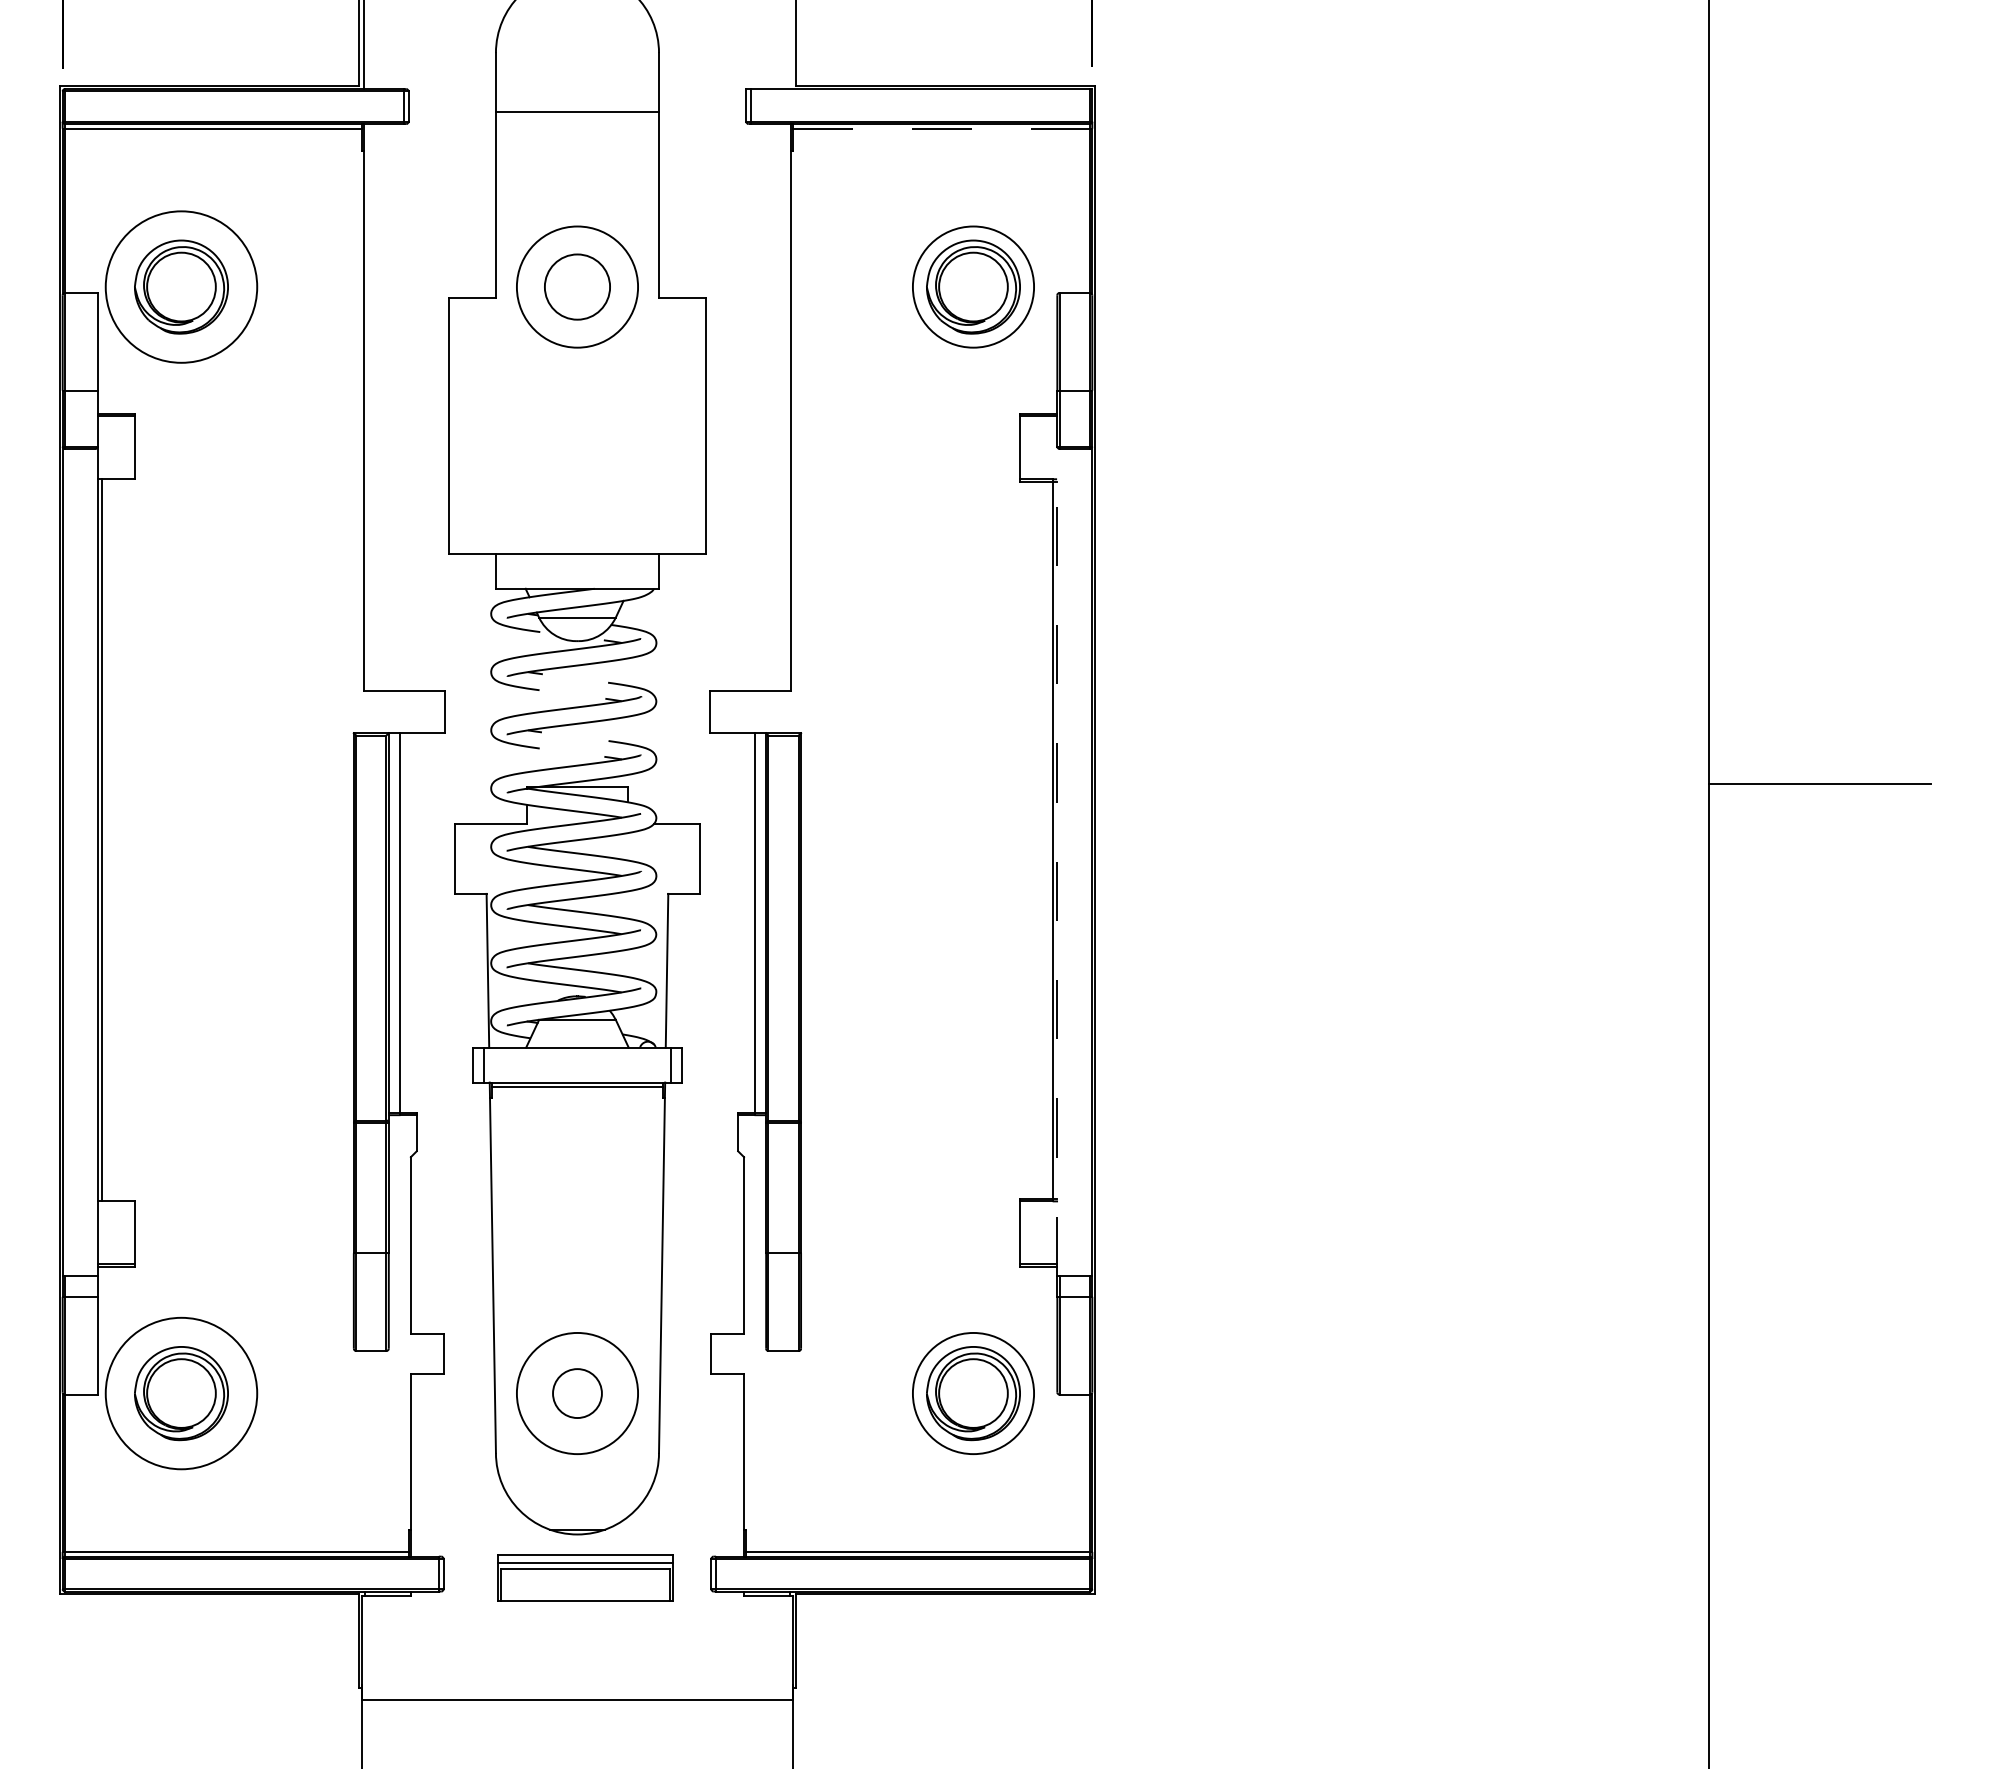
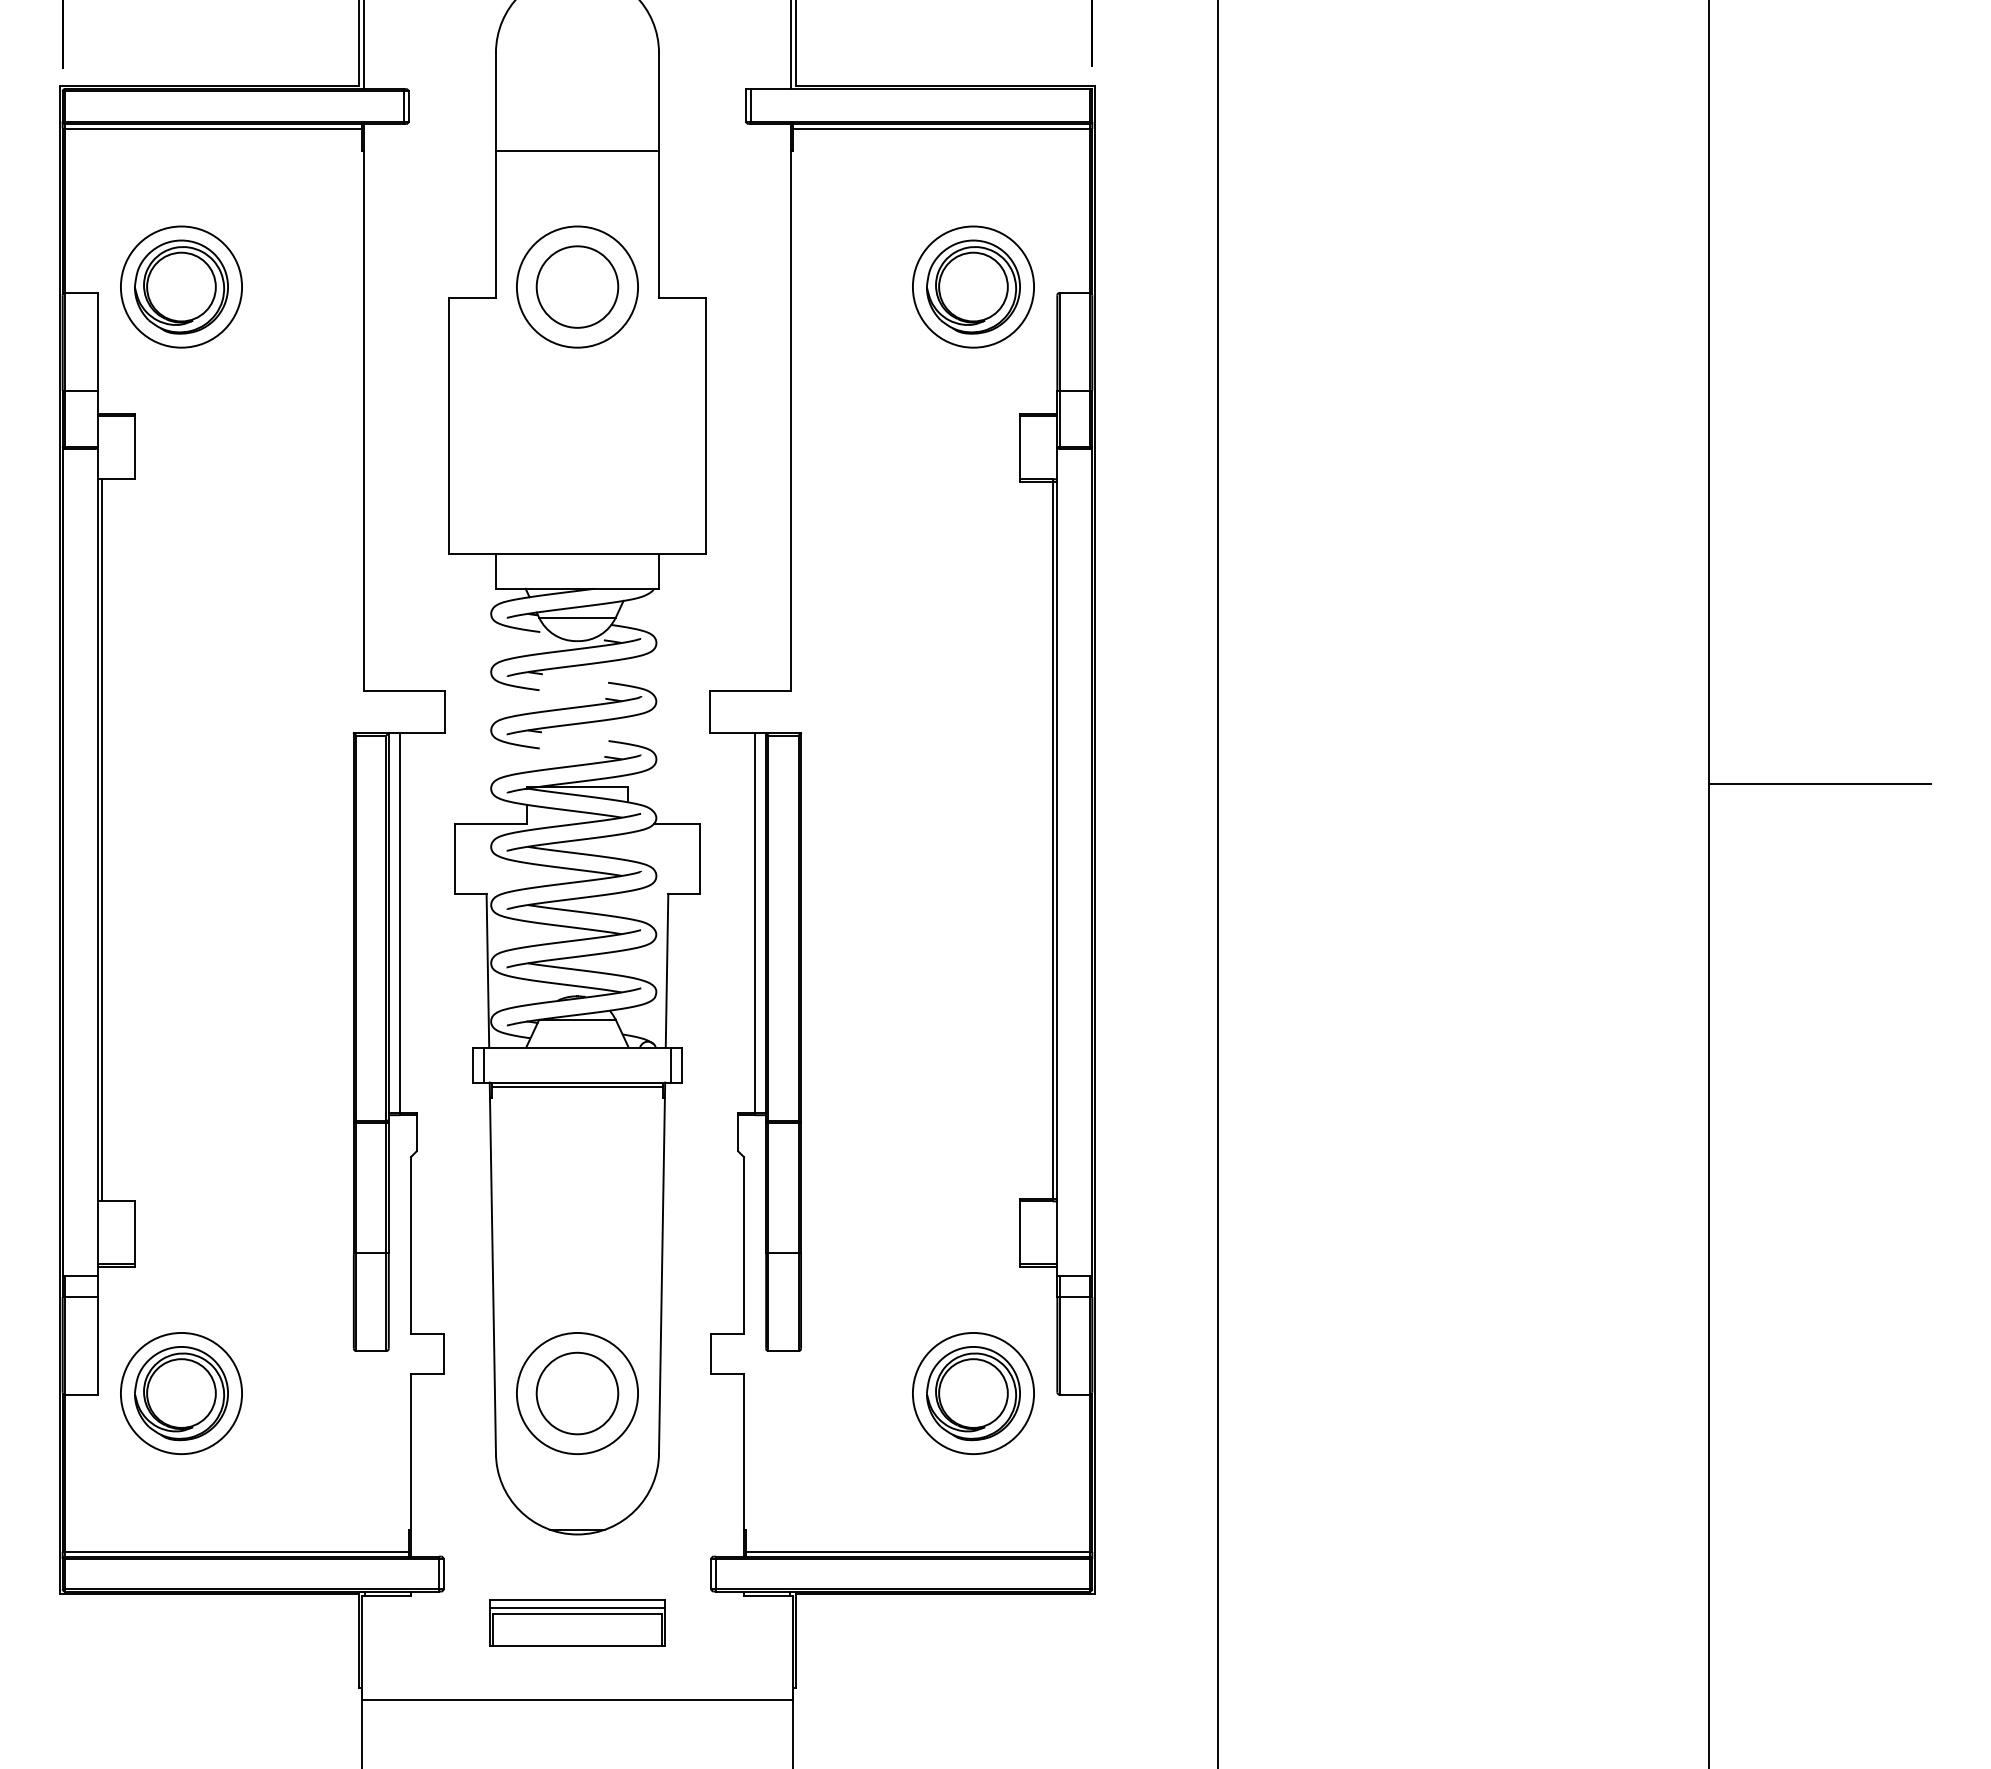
line at (790, 45): none -> present
line at (577, 111) position: (577, 111) -> (577, 150)
line at (941, 128): dashed -> solid
circle at (181, 286) diameter: 151 px -> 121 px
circle at (577, 286) diameter: 65 px -> 82 px
line at (1057, 861): dashed -> solid
line at (1218, 883): none -> present
circle at (181, 1393) diameter: 151 px -> 121 px
circle at (577, 1393) diameter: 49 px -> 82 px
part at (585, 1577) position: (585, 1577) -> (577, 1622)
